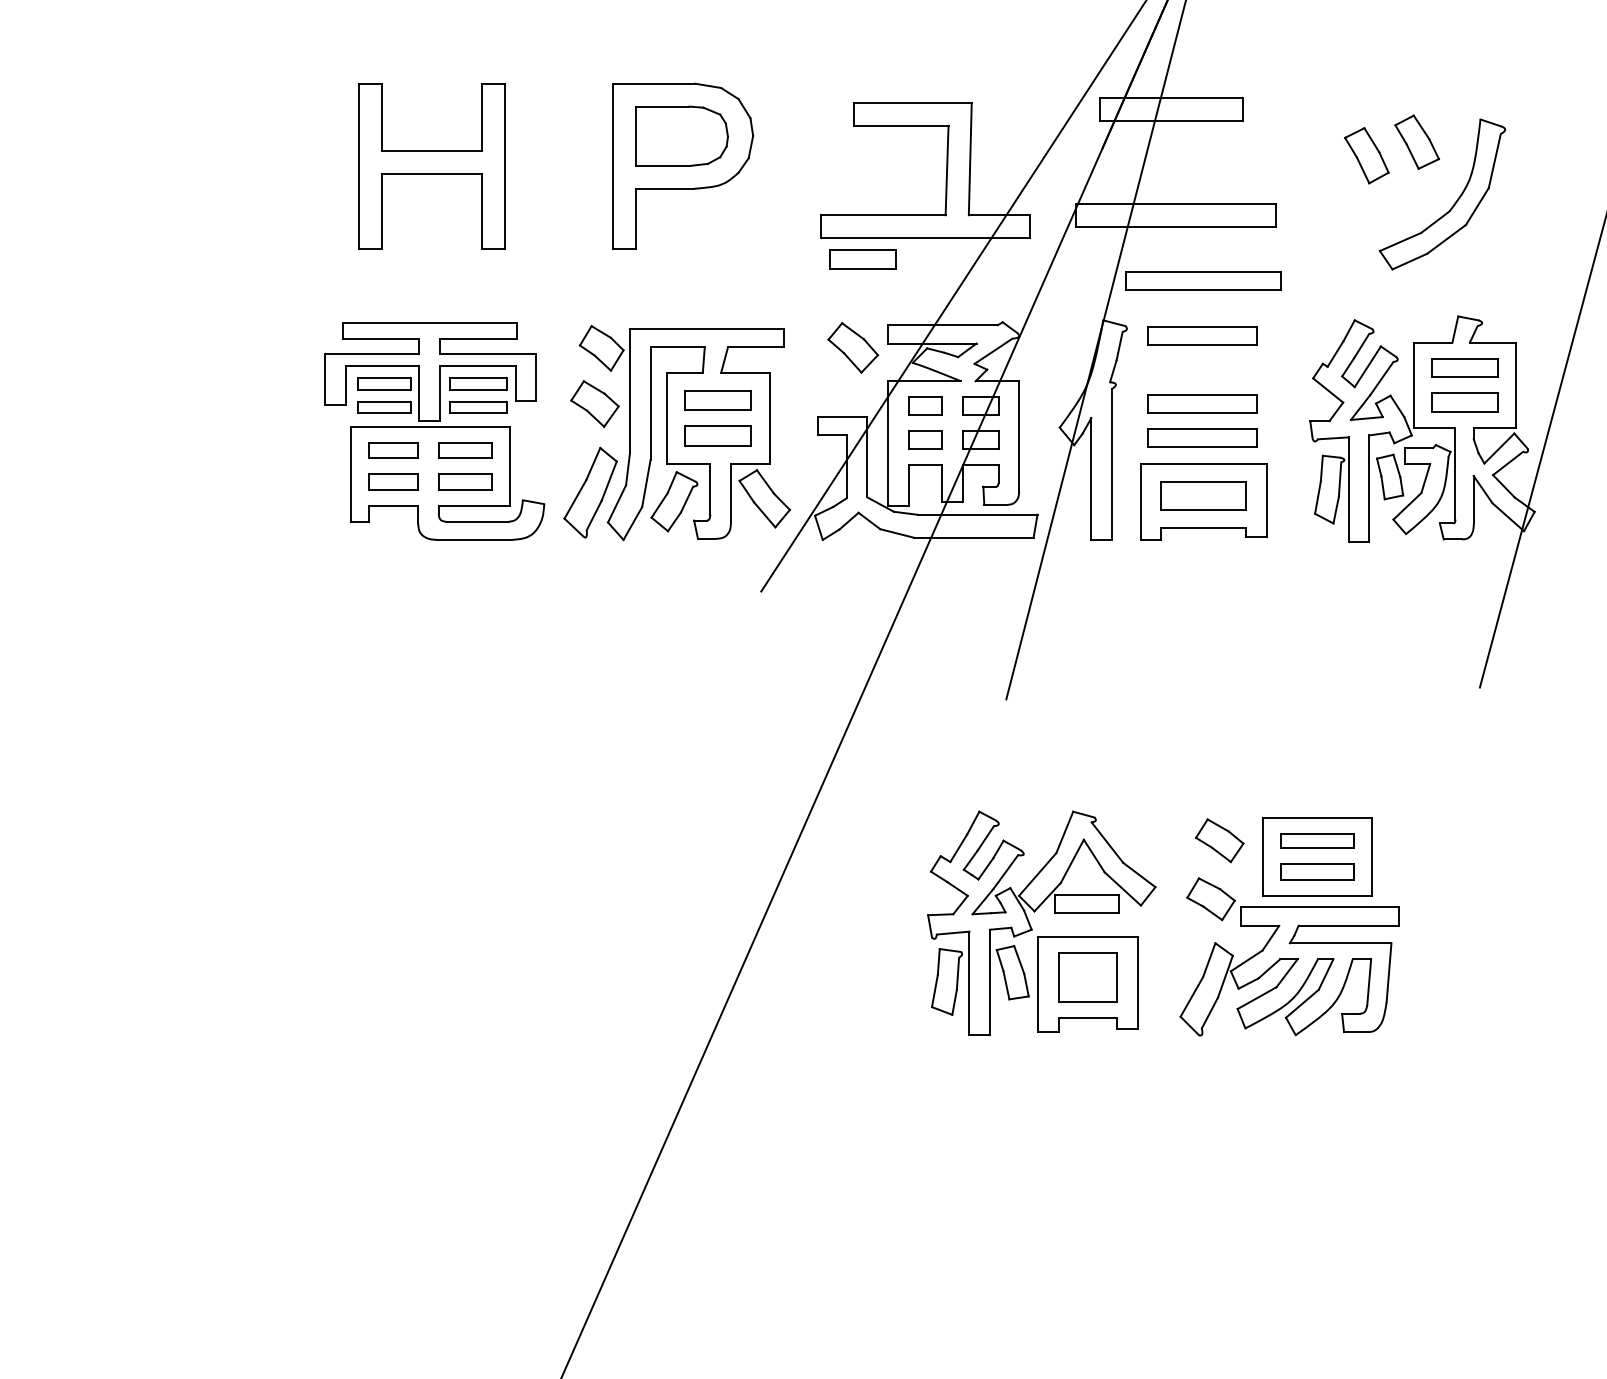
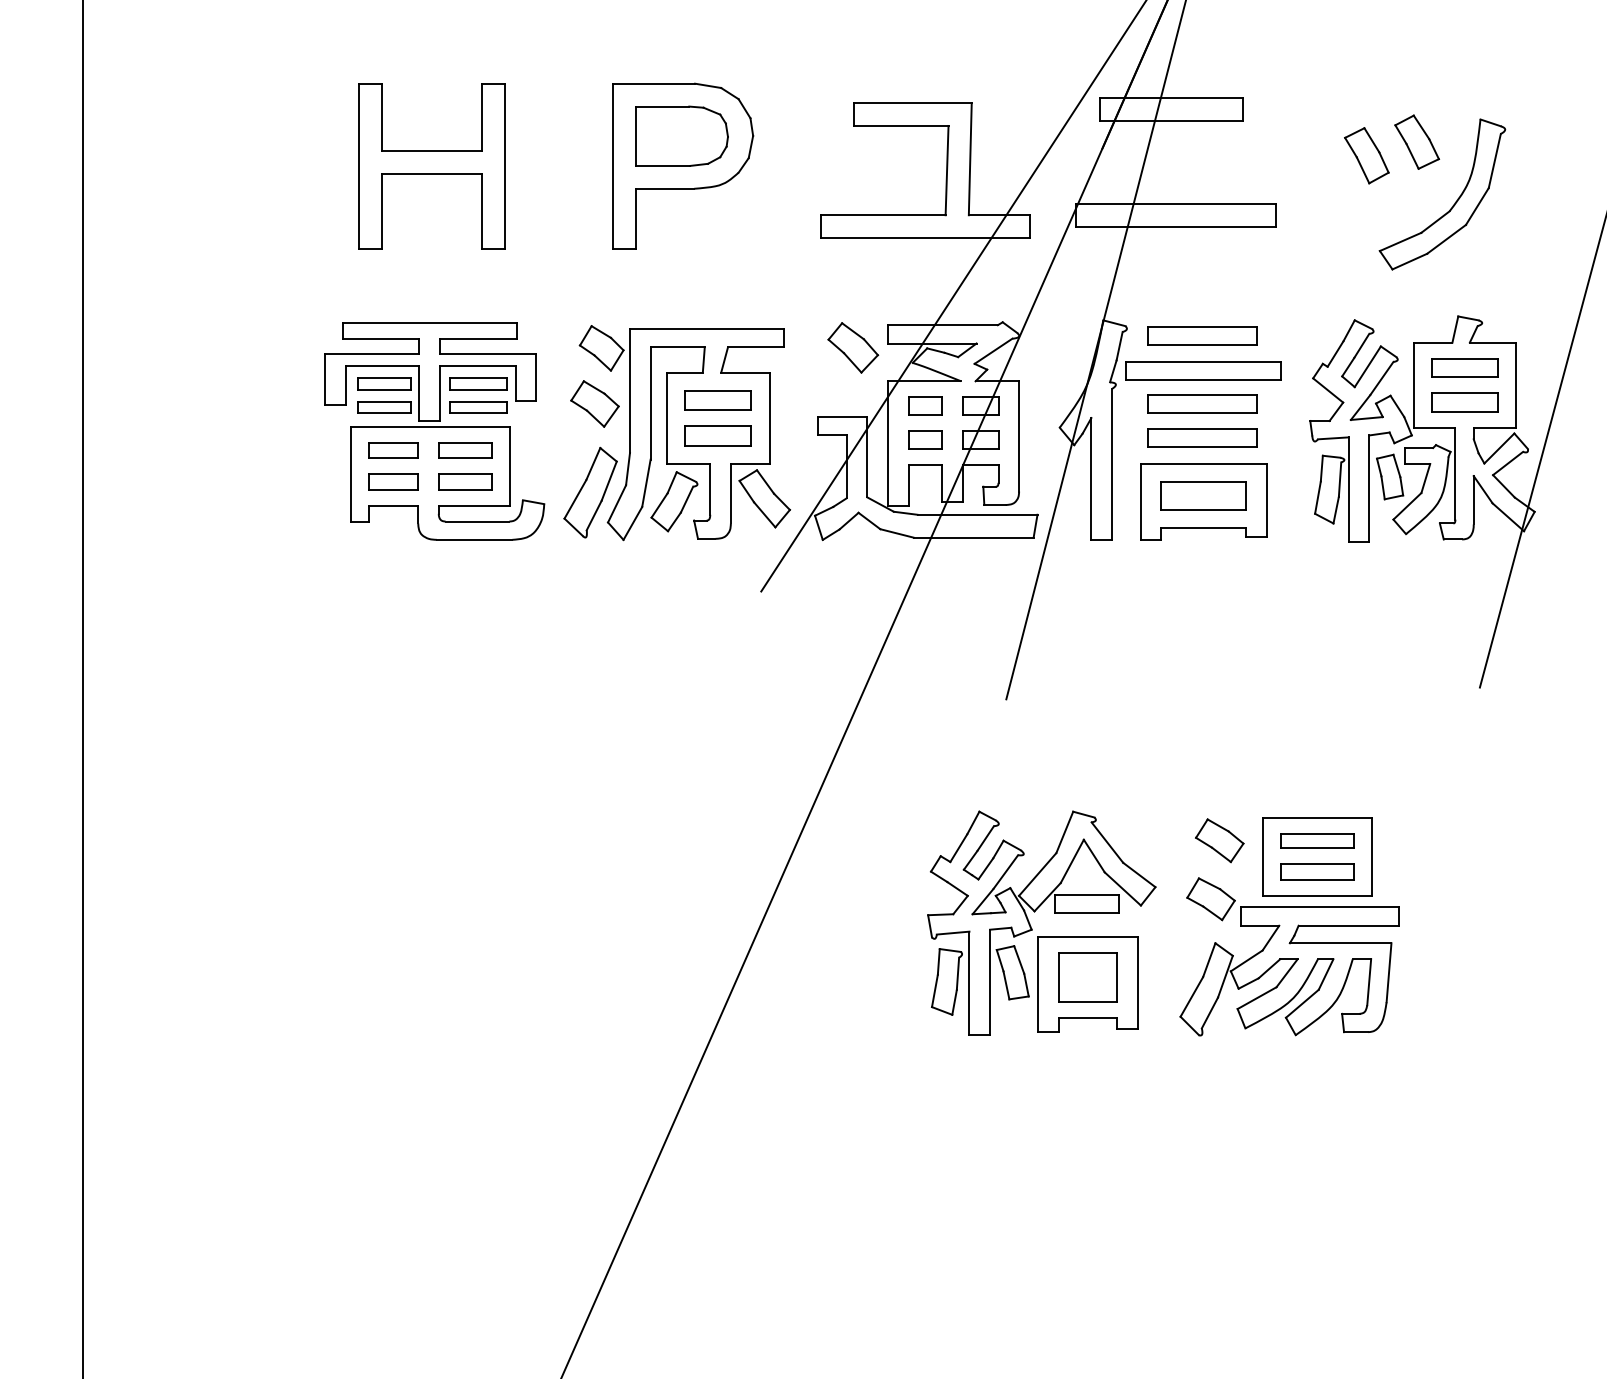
part at (862, 259): present -> none
part at (1203, 280) position: (1203, 280) -> (1203, 370)
line at (83, 688): none -> present
